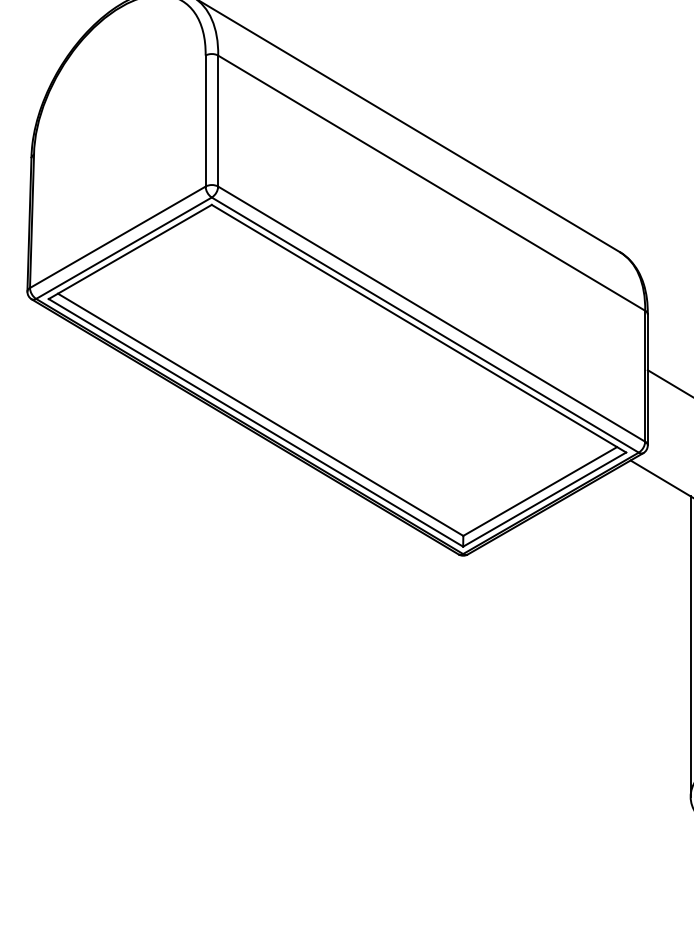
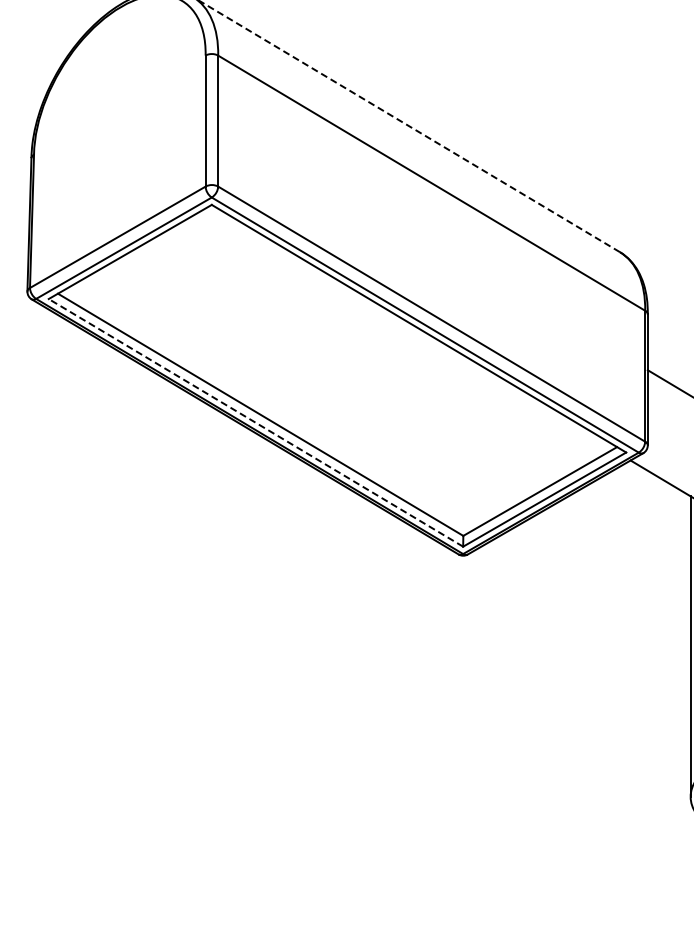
line at (408, 126): solid -> dashed
line at (255, 422): solid -> dashed
